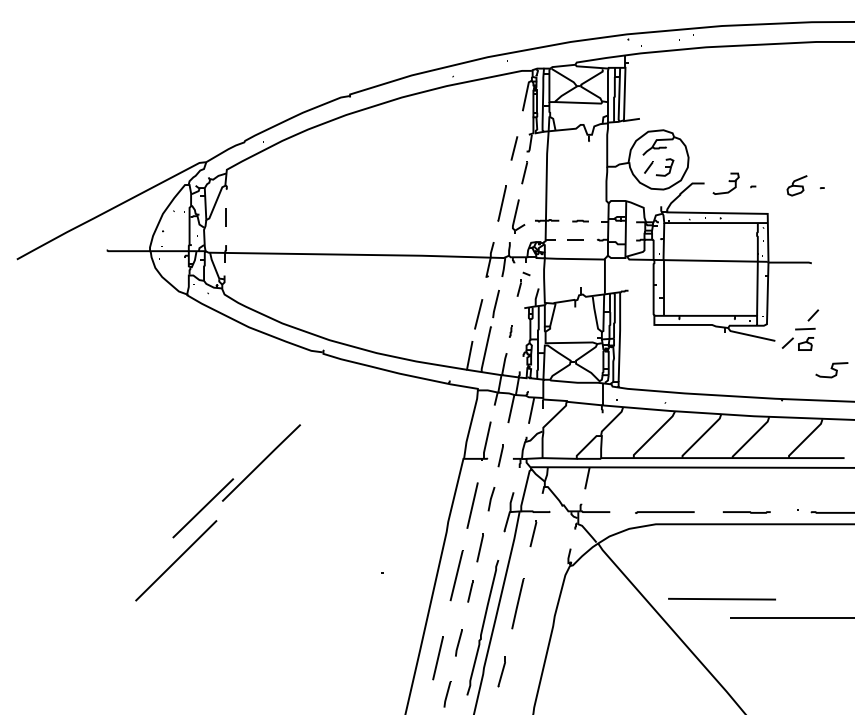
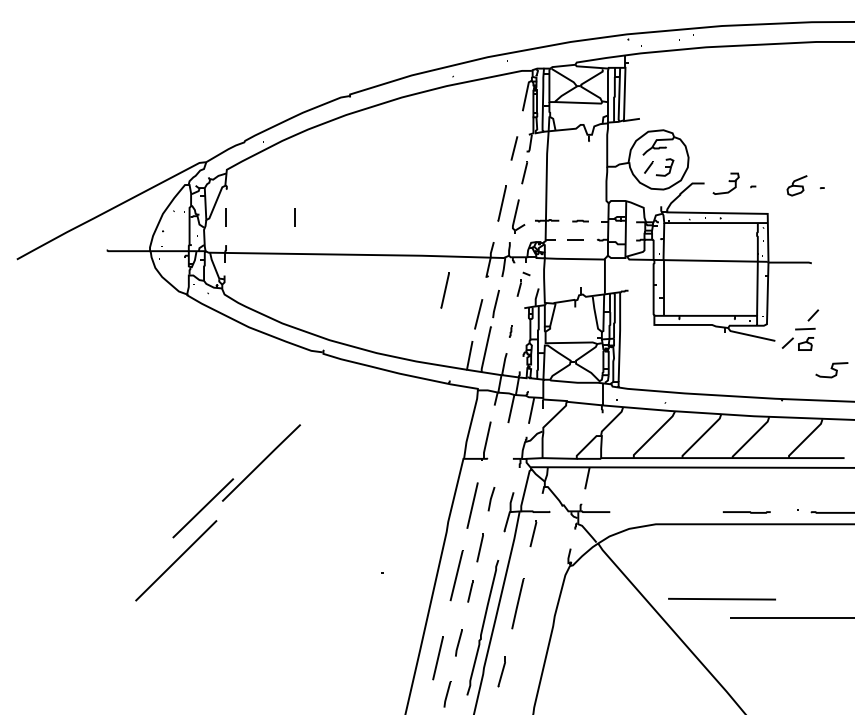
line at (294, 217): none -> present
line at (444, 290): none -> present
line at (500, 455): present -> none
line at (664, 512): present -> none
